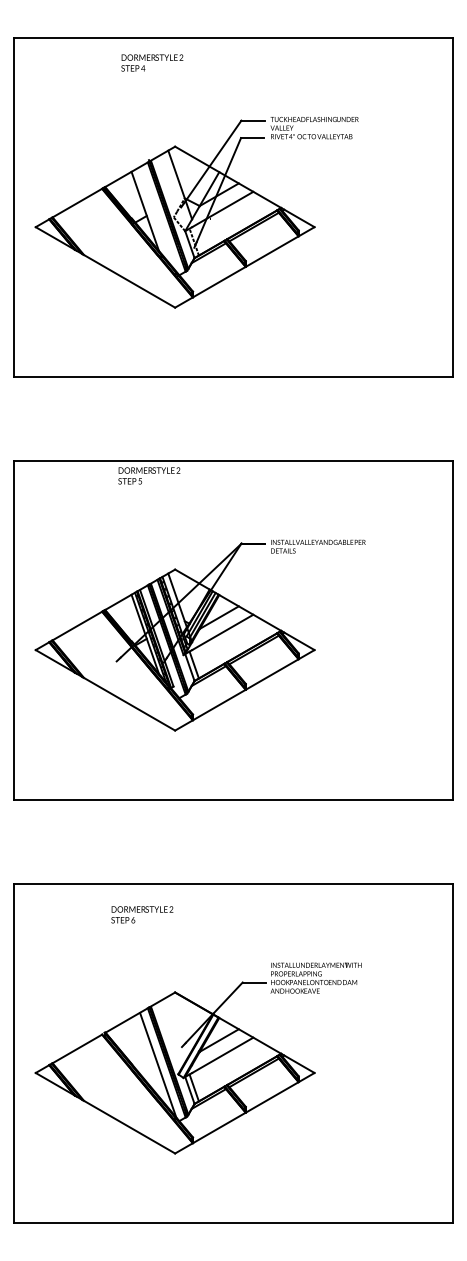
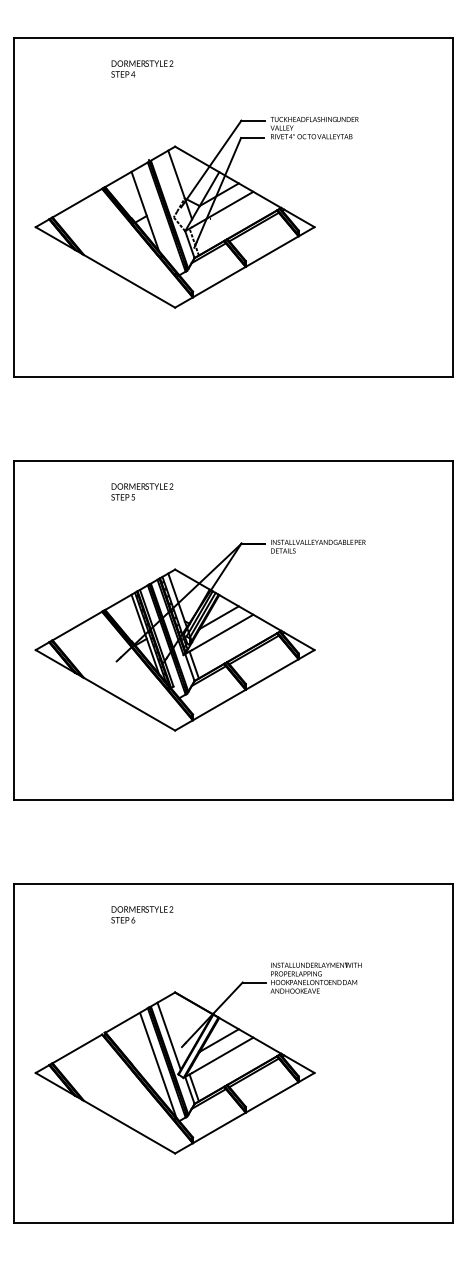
text at (152, 62) position: (152, 62) -> (142, 68)
text at (149, 475) position: (149, 475) -> (142, 491)
line at (168, 1035): none -> present
